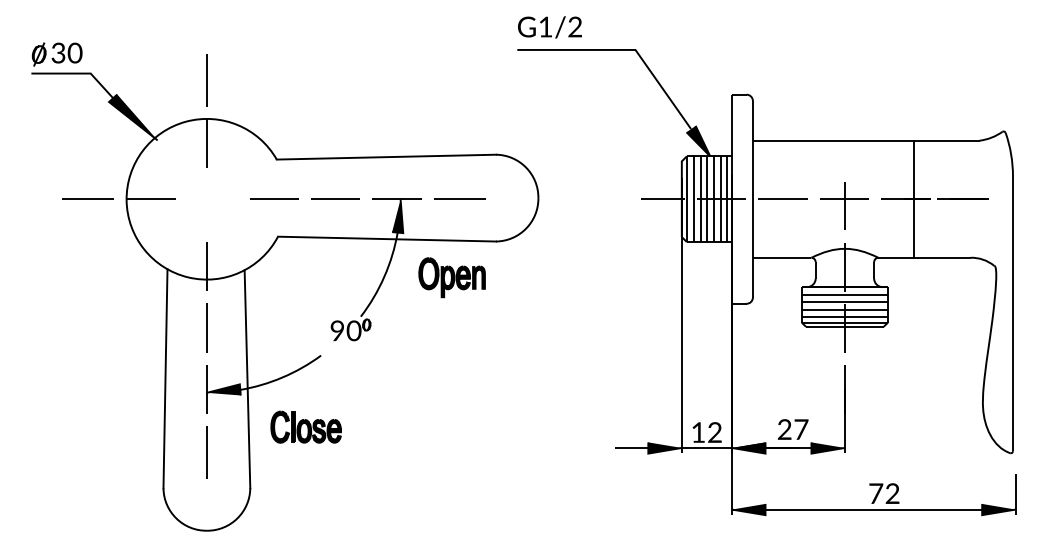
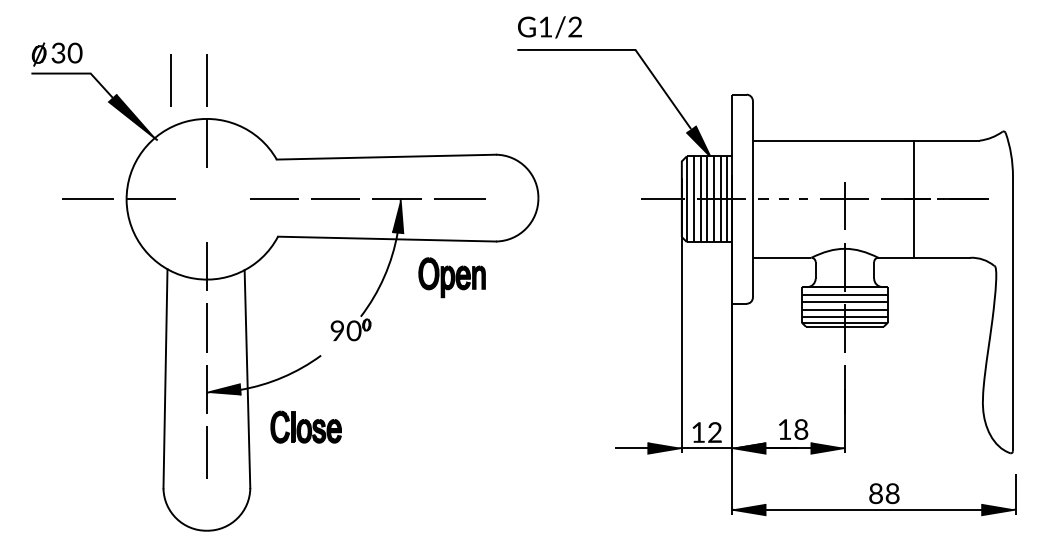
line at (170, 80): none -> present
line at (782, 199): solid -> dashed
text at (792, 429): 27 -> 18
text at (884, 493): 72 -> 88
